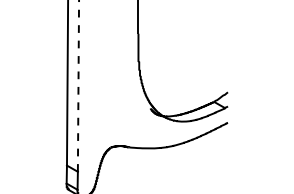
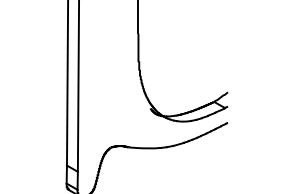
line at (78, 85): dashed -> solid
